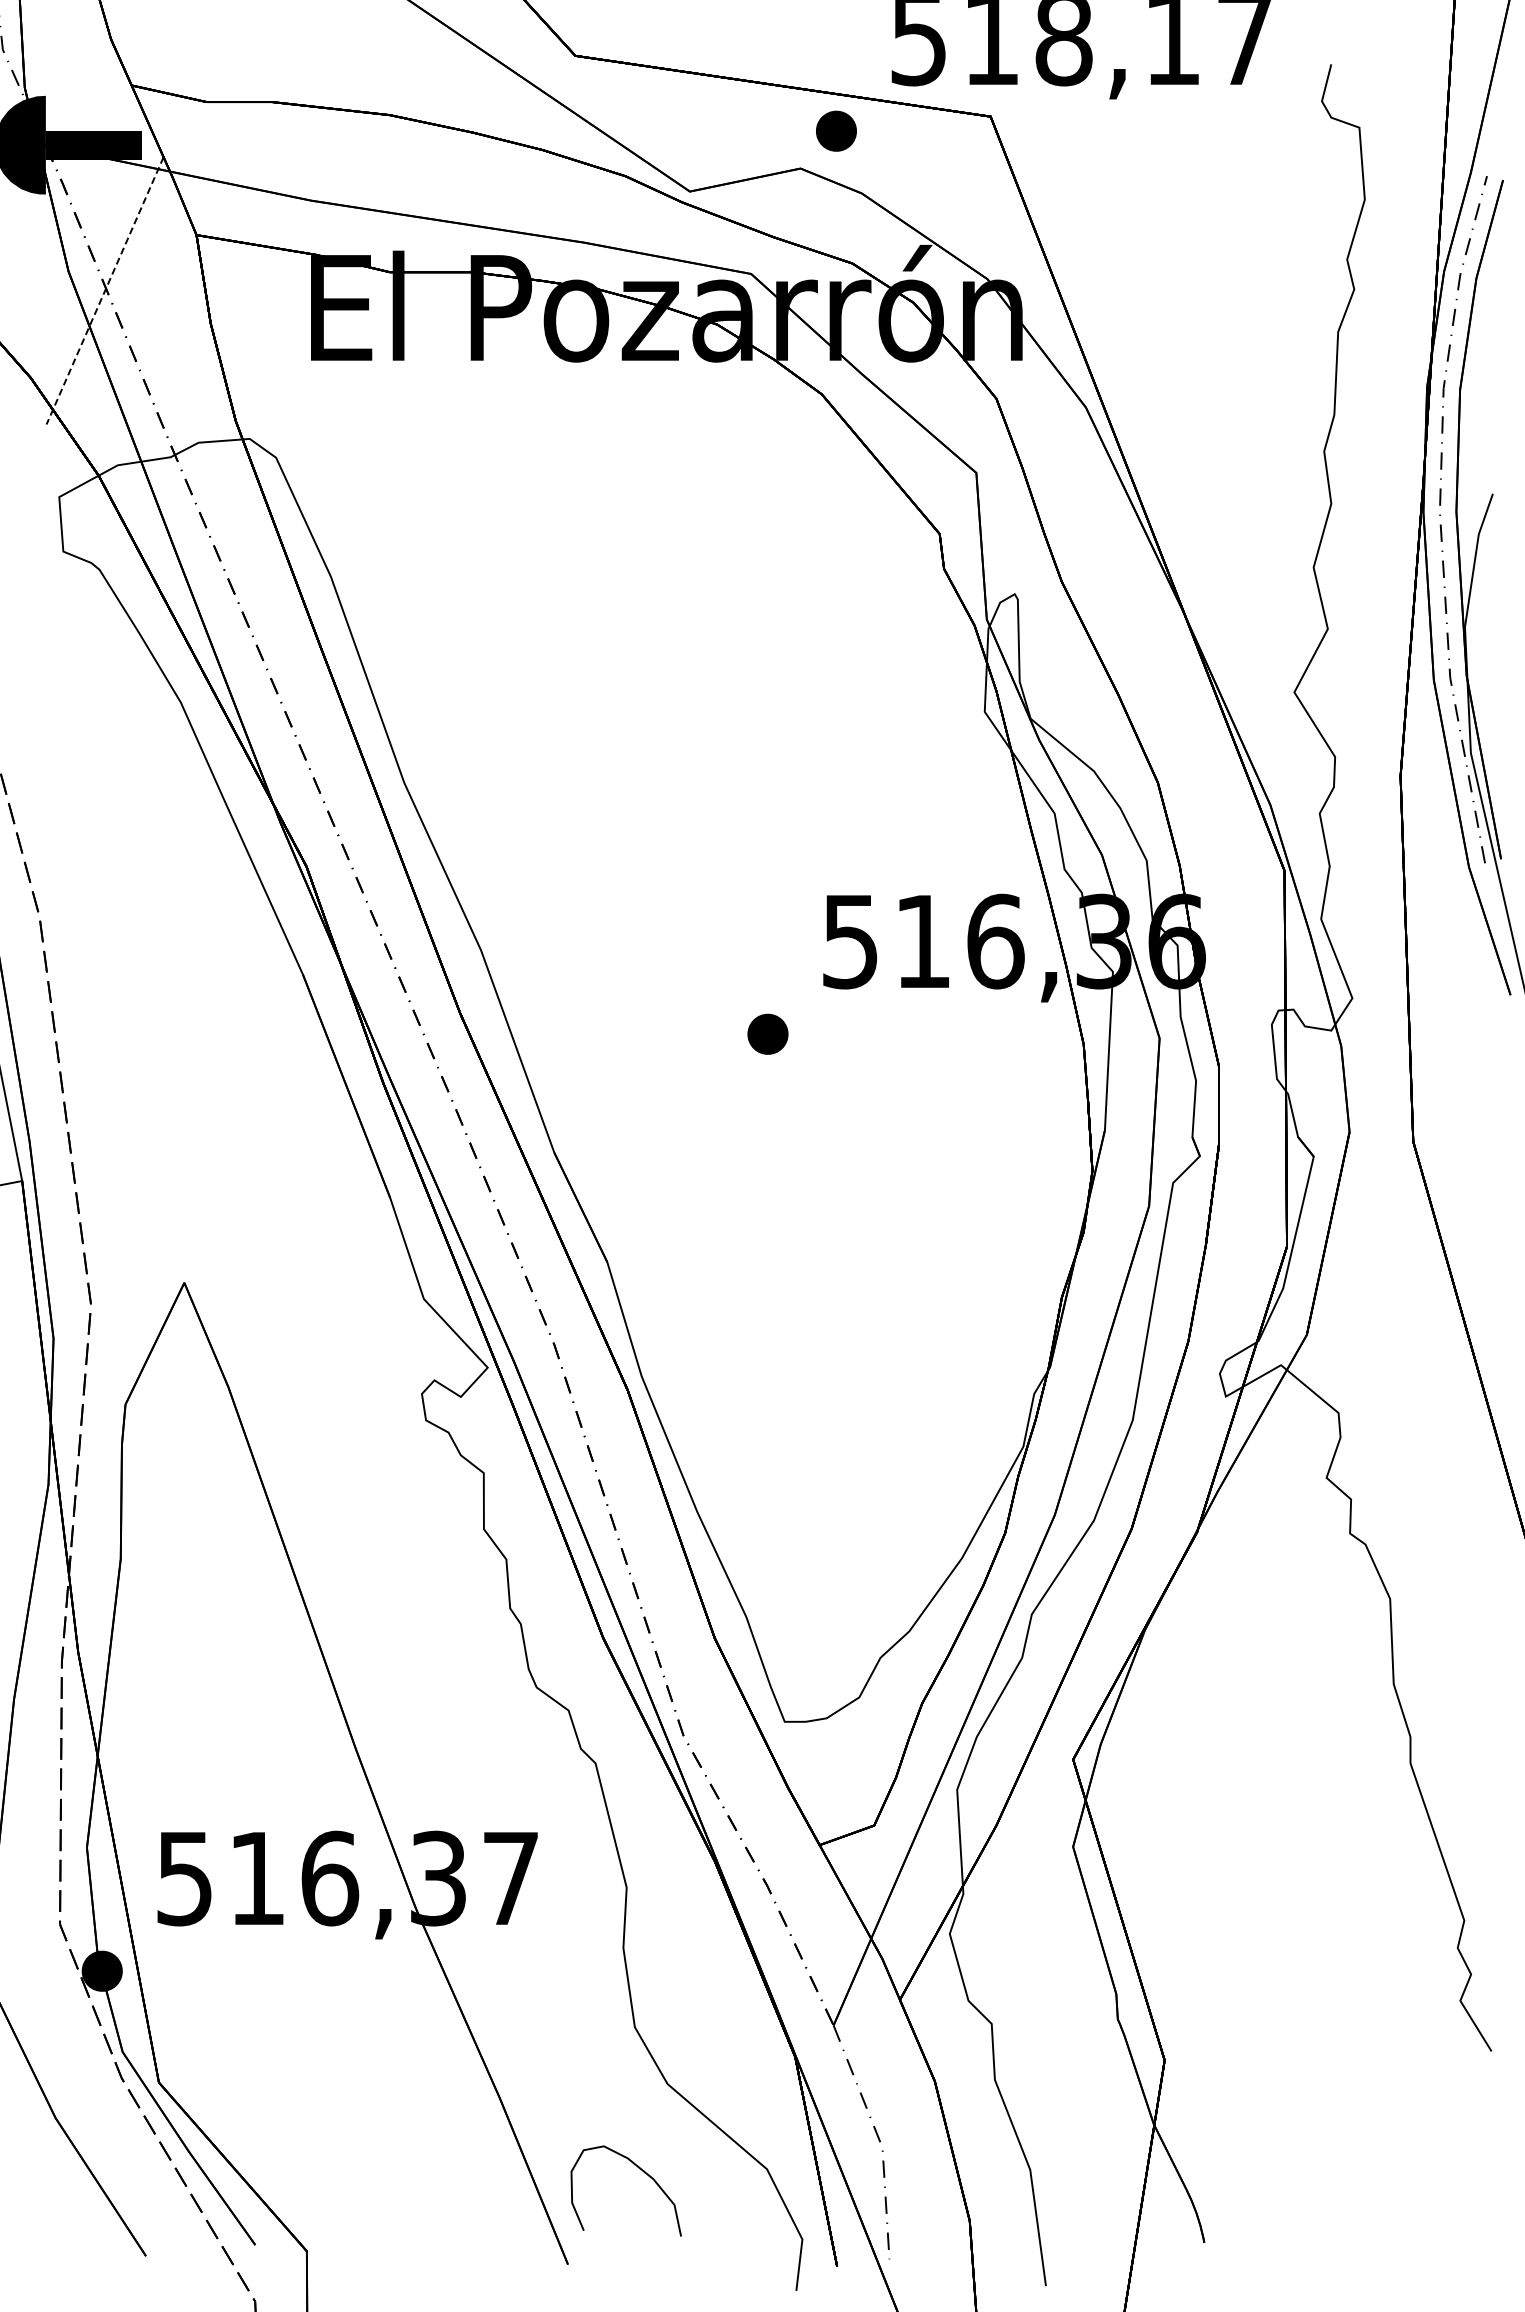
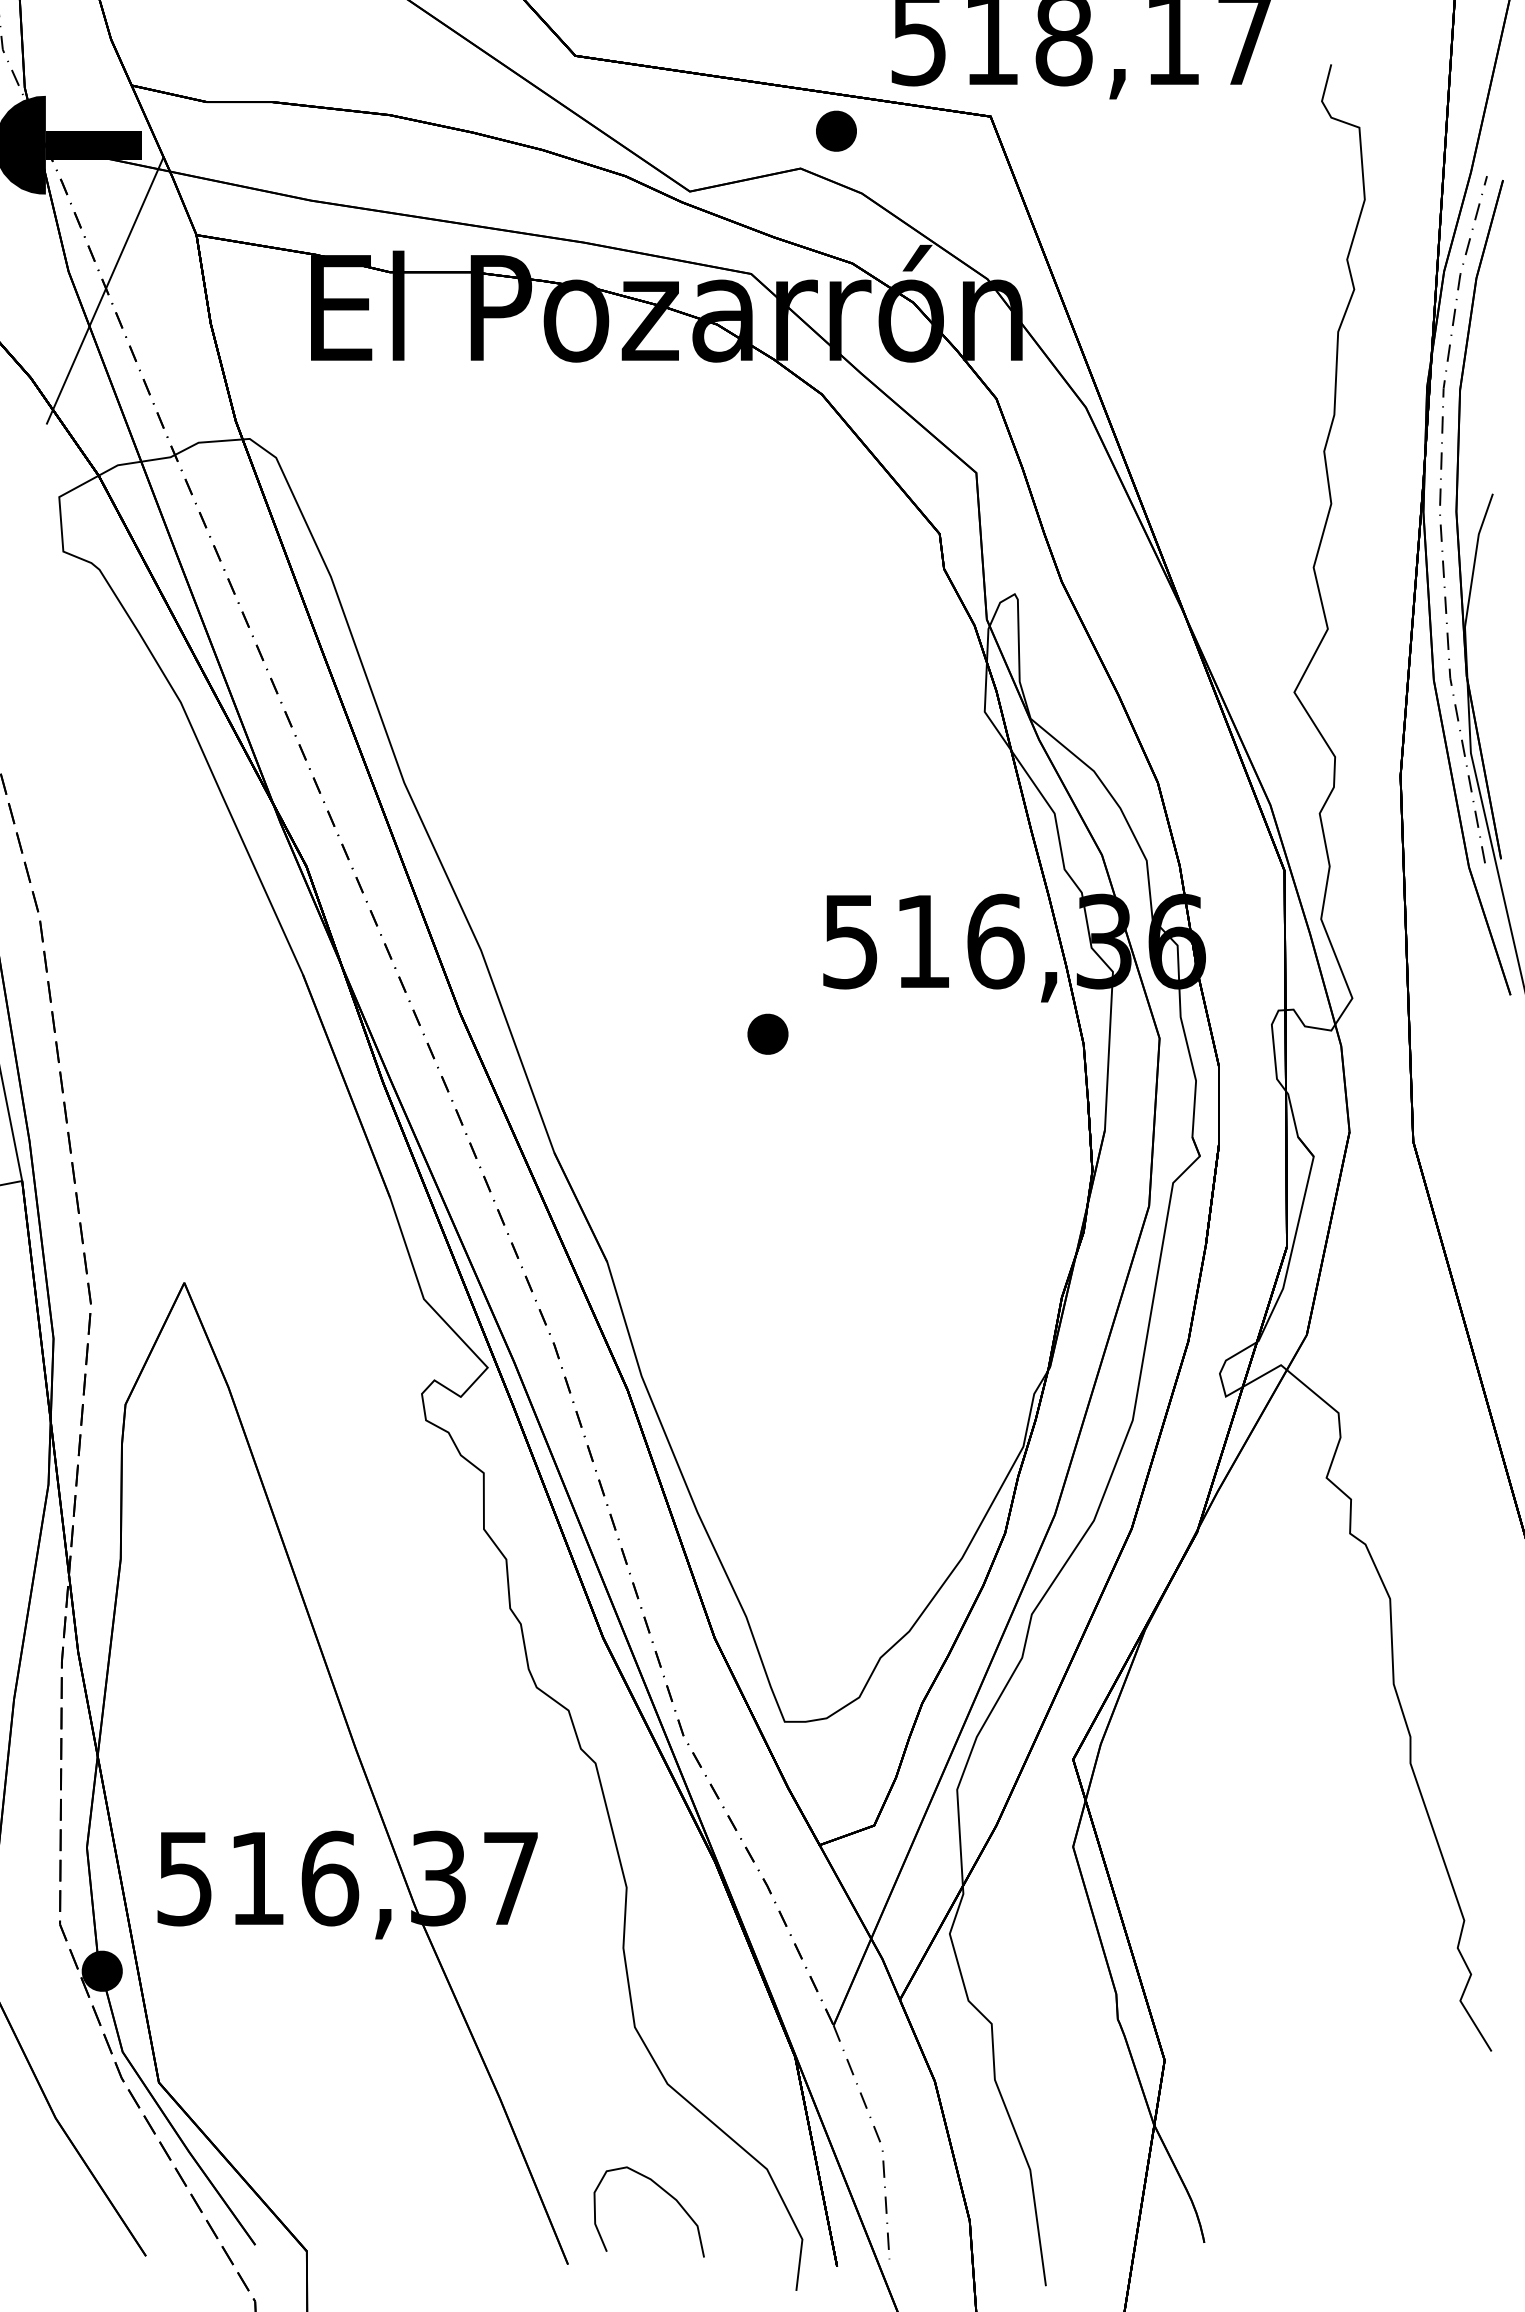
line at (105, 290): dashed -> solid
curve at (639, 2169) position: (639, 2169) -> (662, 2190)
